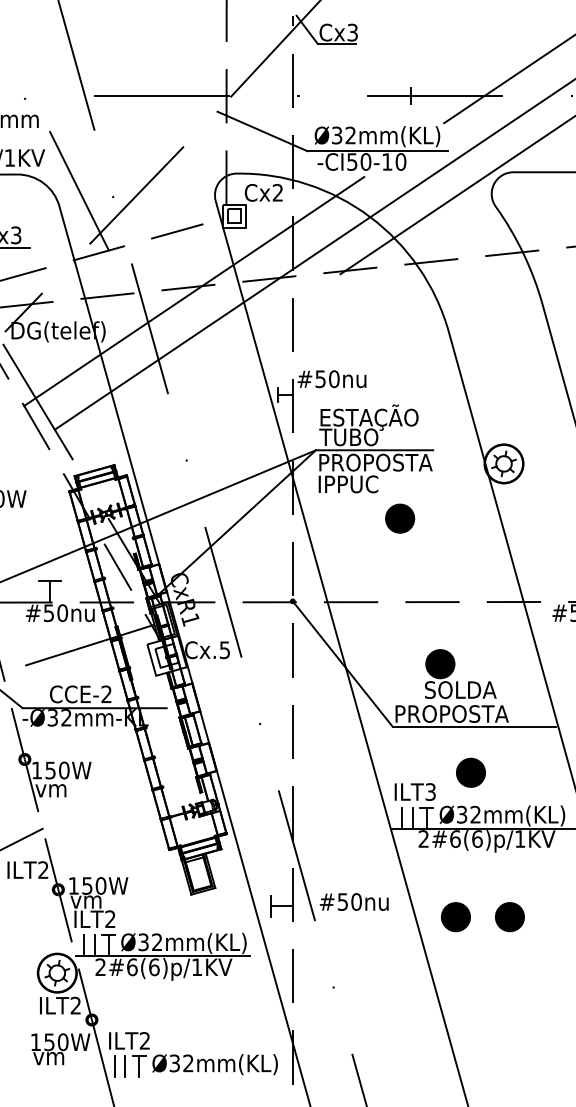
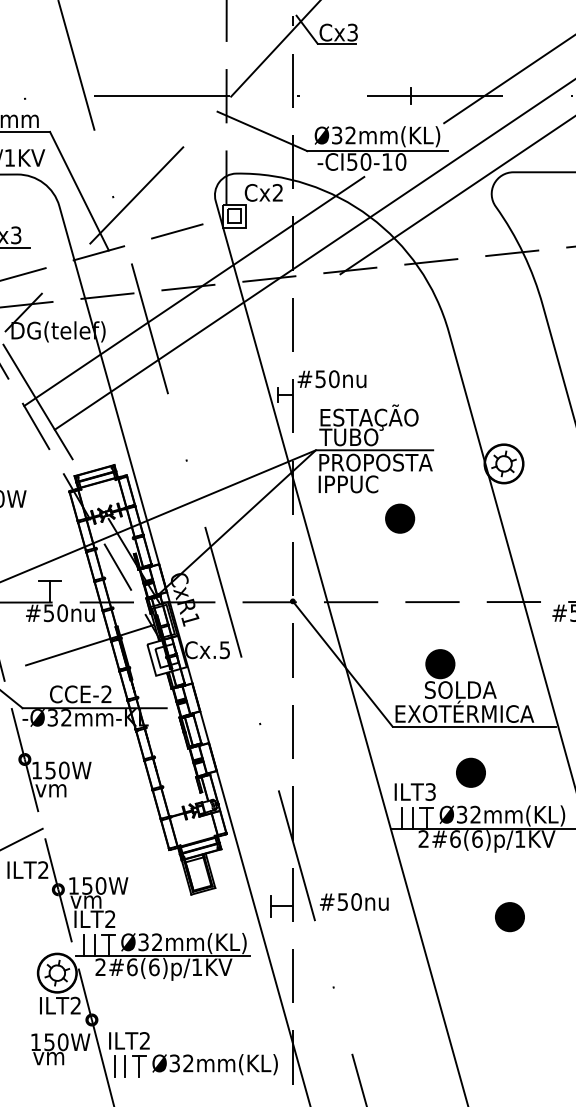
line at (26, 131): none -> present
text at (465, 711): PROPOSTA -> EXOTÉRMICA
part at (455, 917): present -> none
